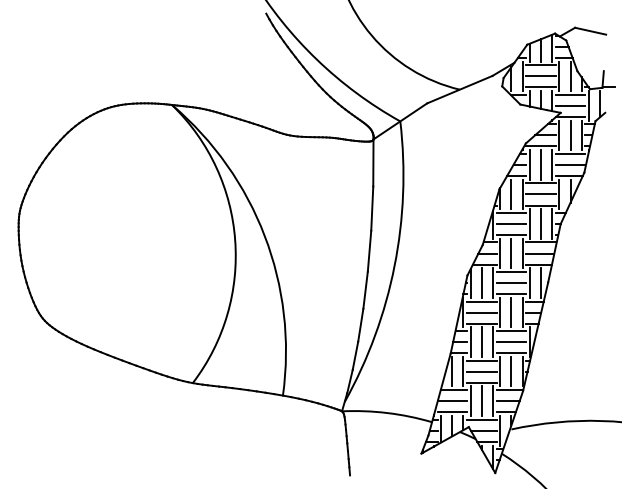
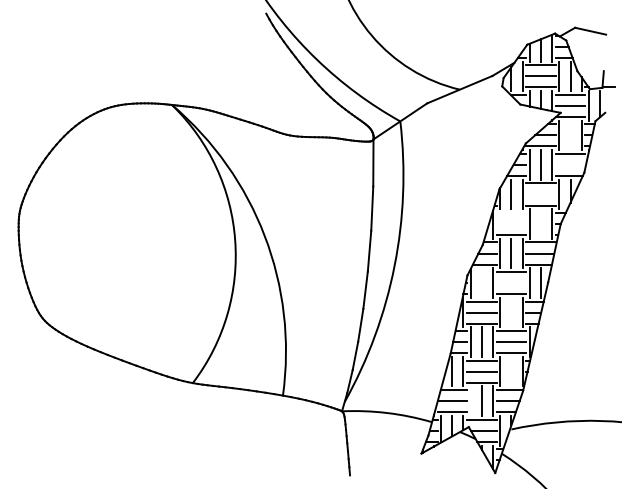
line at (570, 135): present -> none
line at (570, 164): present -> none
line at (540, 194): present -> none
line at (511, 212): present -> none
line at (511, 223): present -> none
line at (541, 223): present -> none
line at (481, 282): present -> none
line at (511, 283): present -> none
line at (511, 312): present -> none
line at (511, 371): present -> none
line at (470, 401): present -> none
